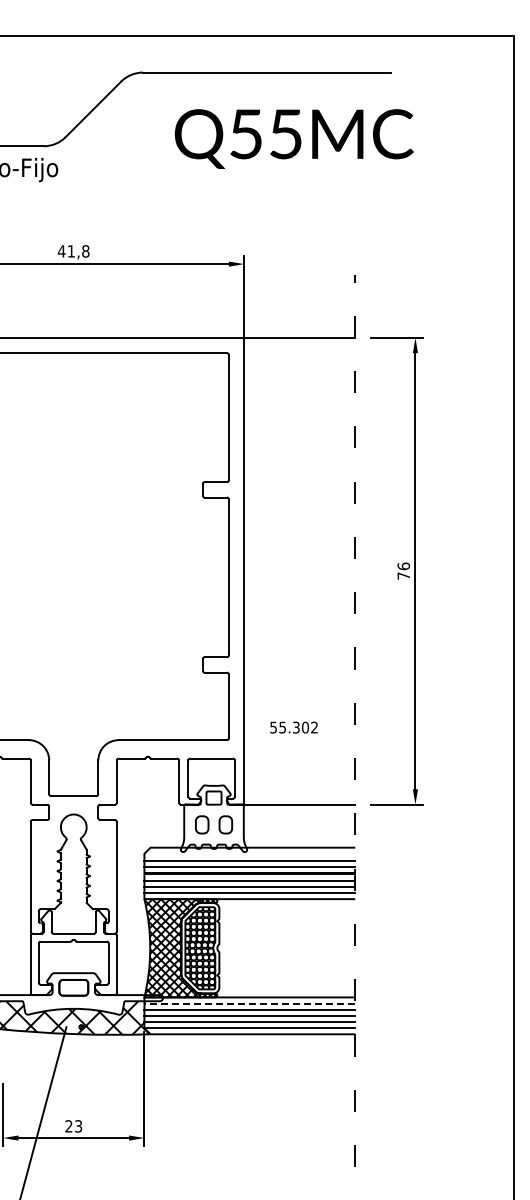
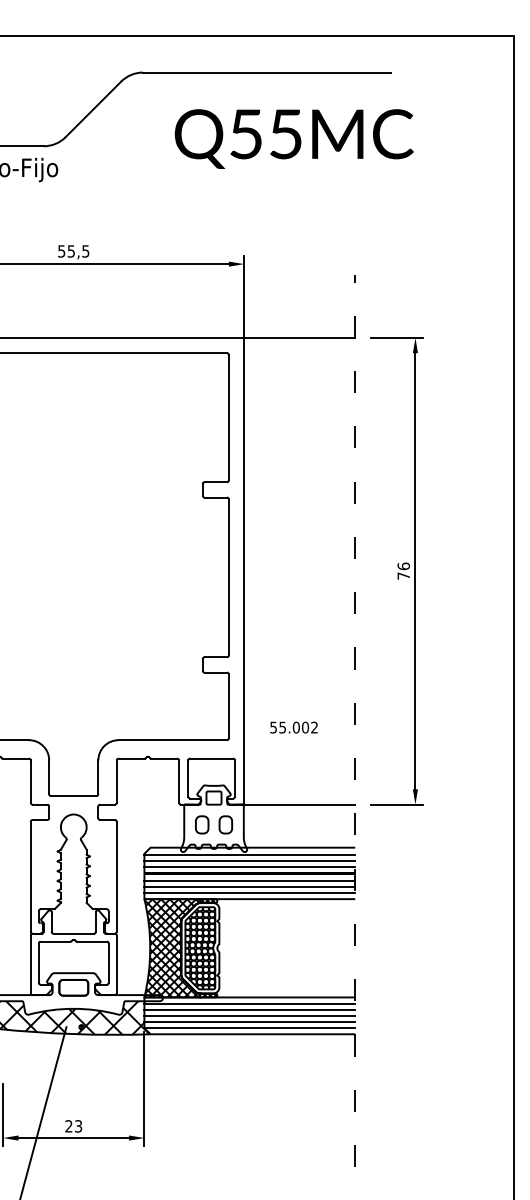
text at (73, 251): 41,8 -> 55,5
text at (295, 727): 55.302 -> 55.002
line at (249, 854): none -> present
line at (249, 1003): dashed -> solid
